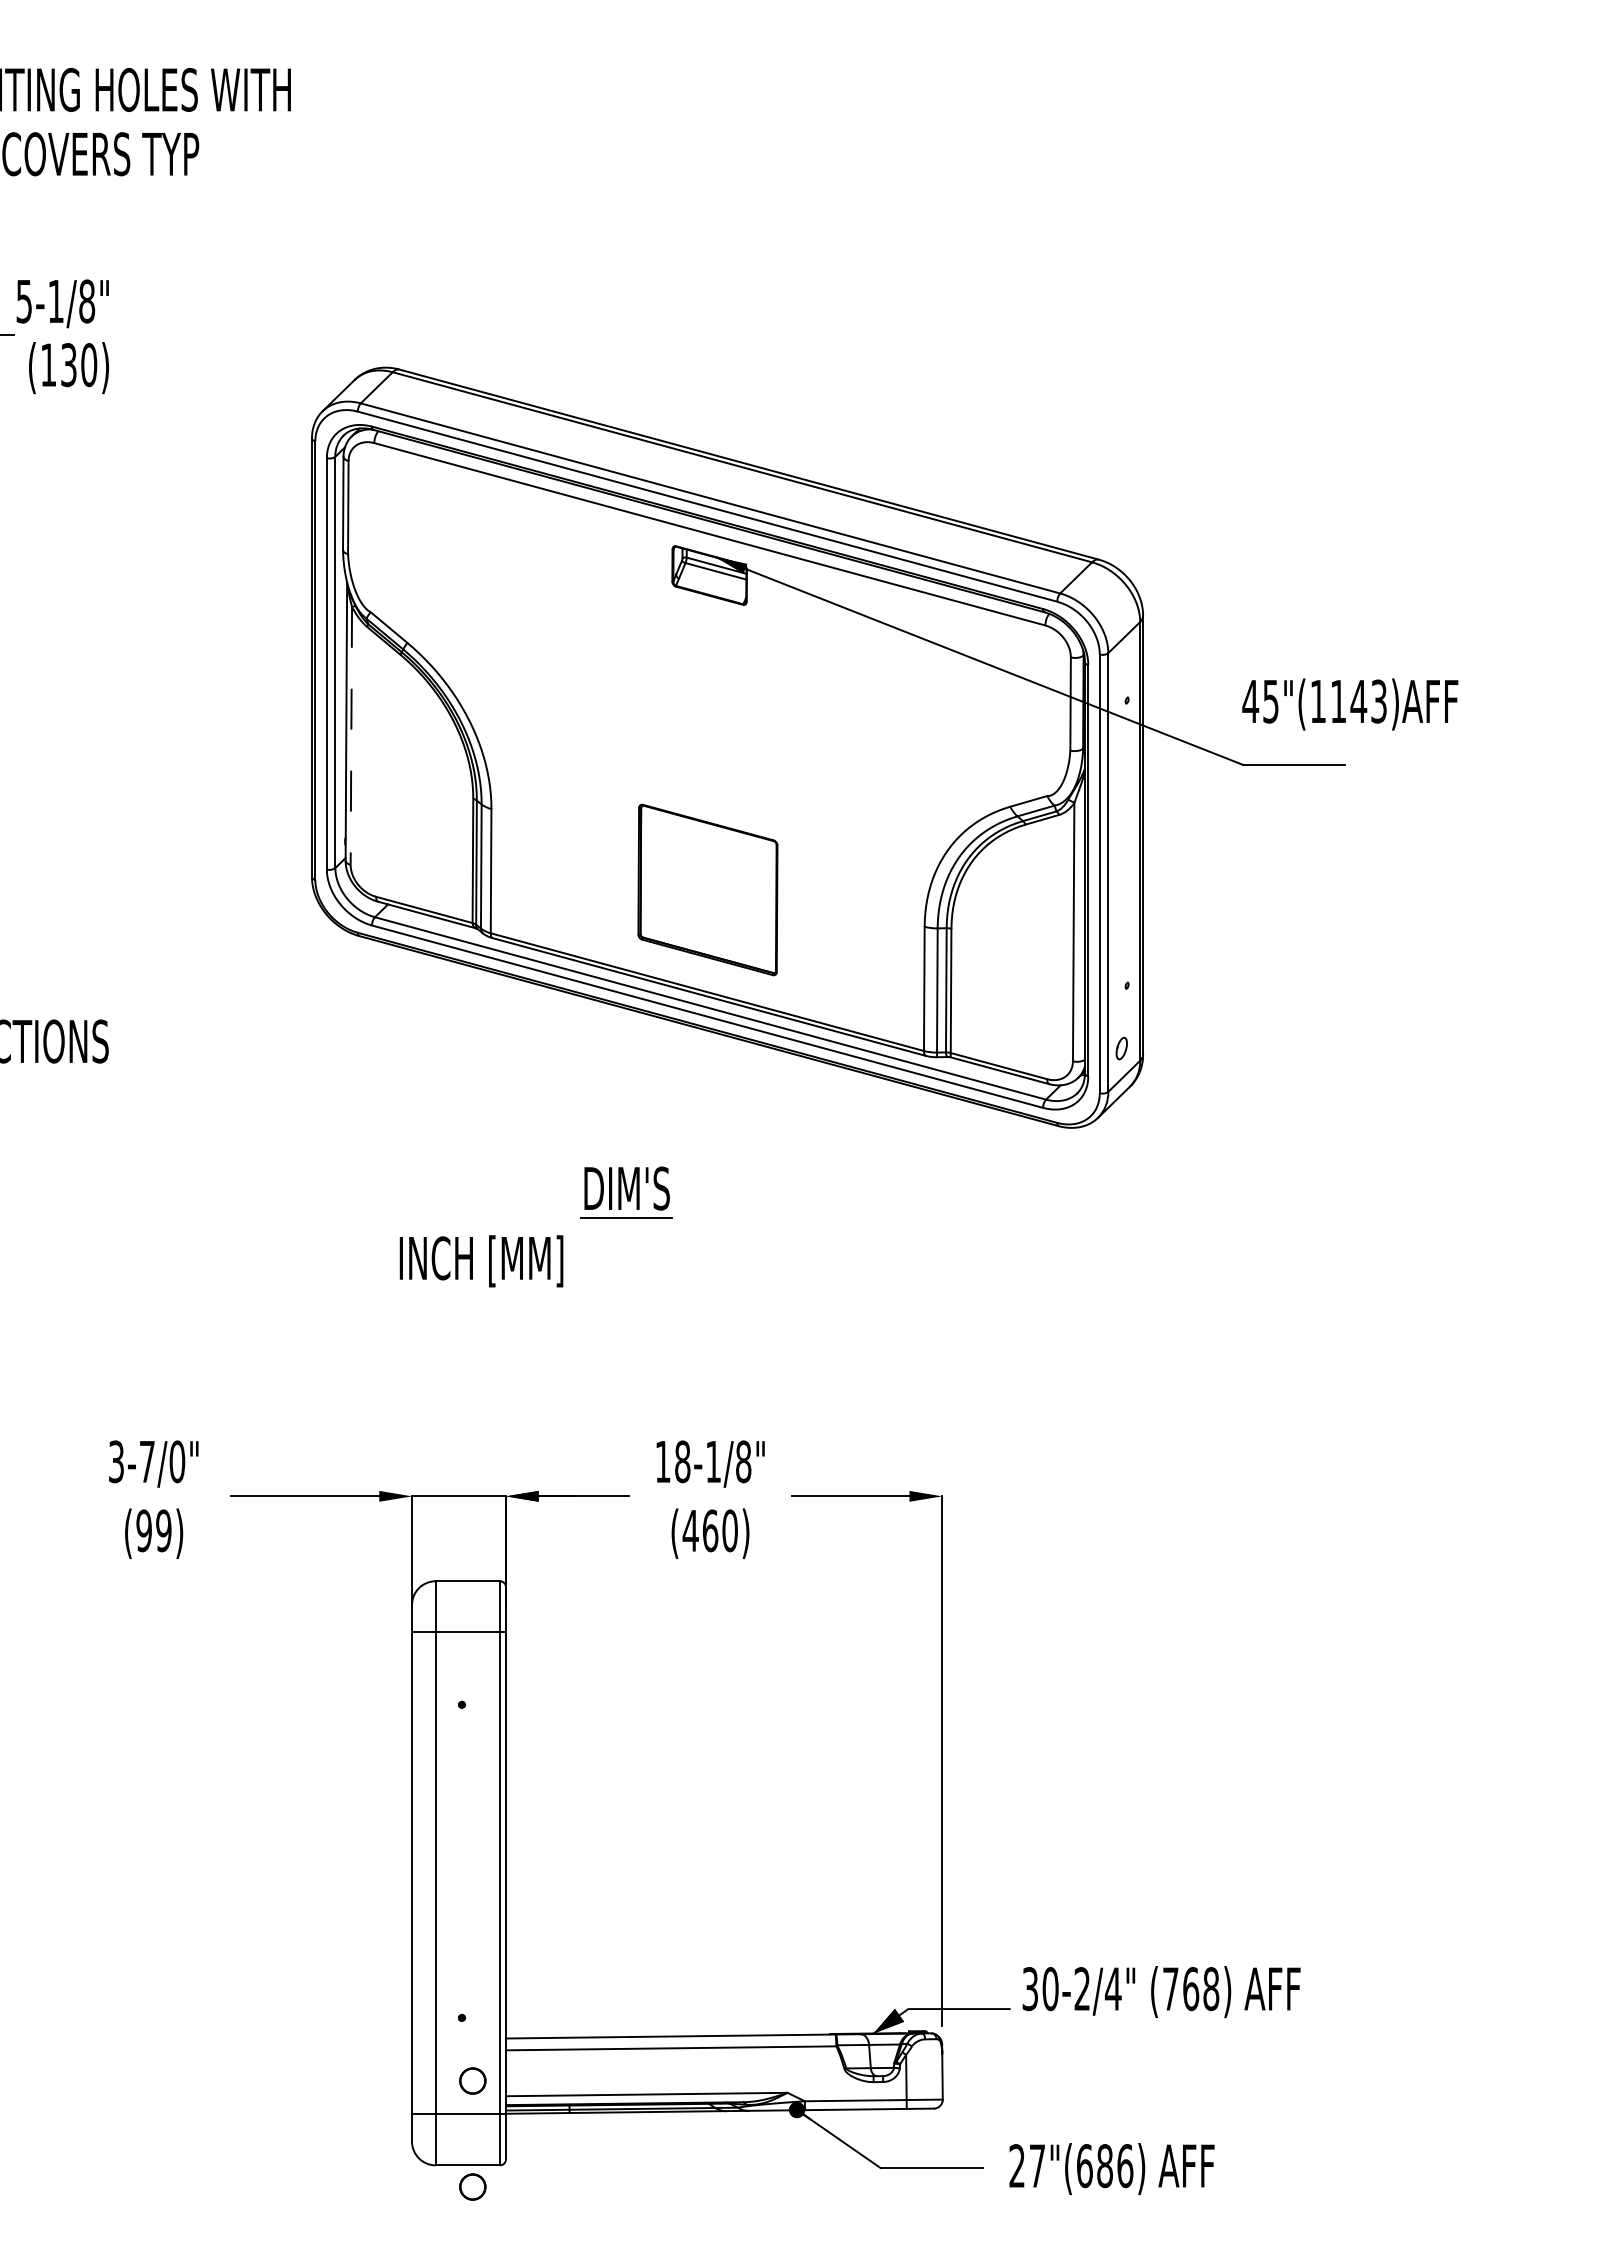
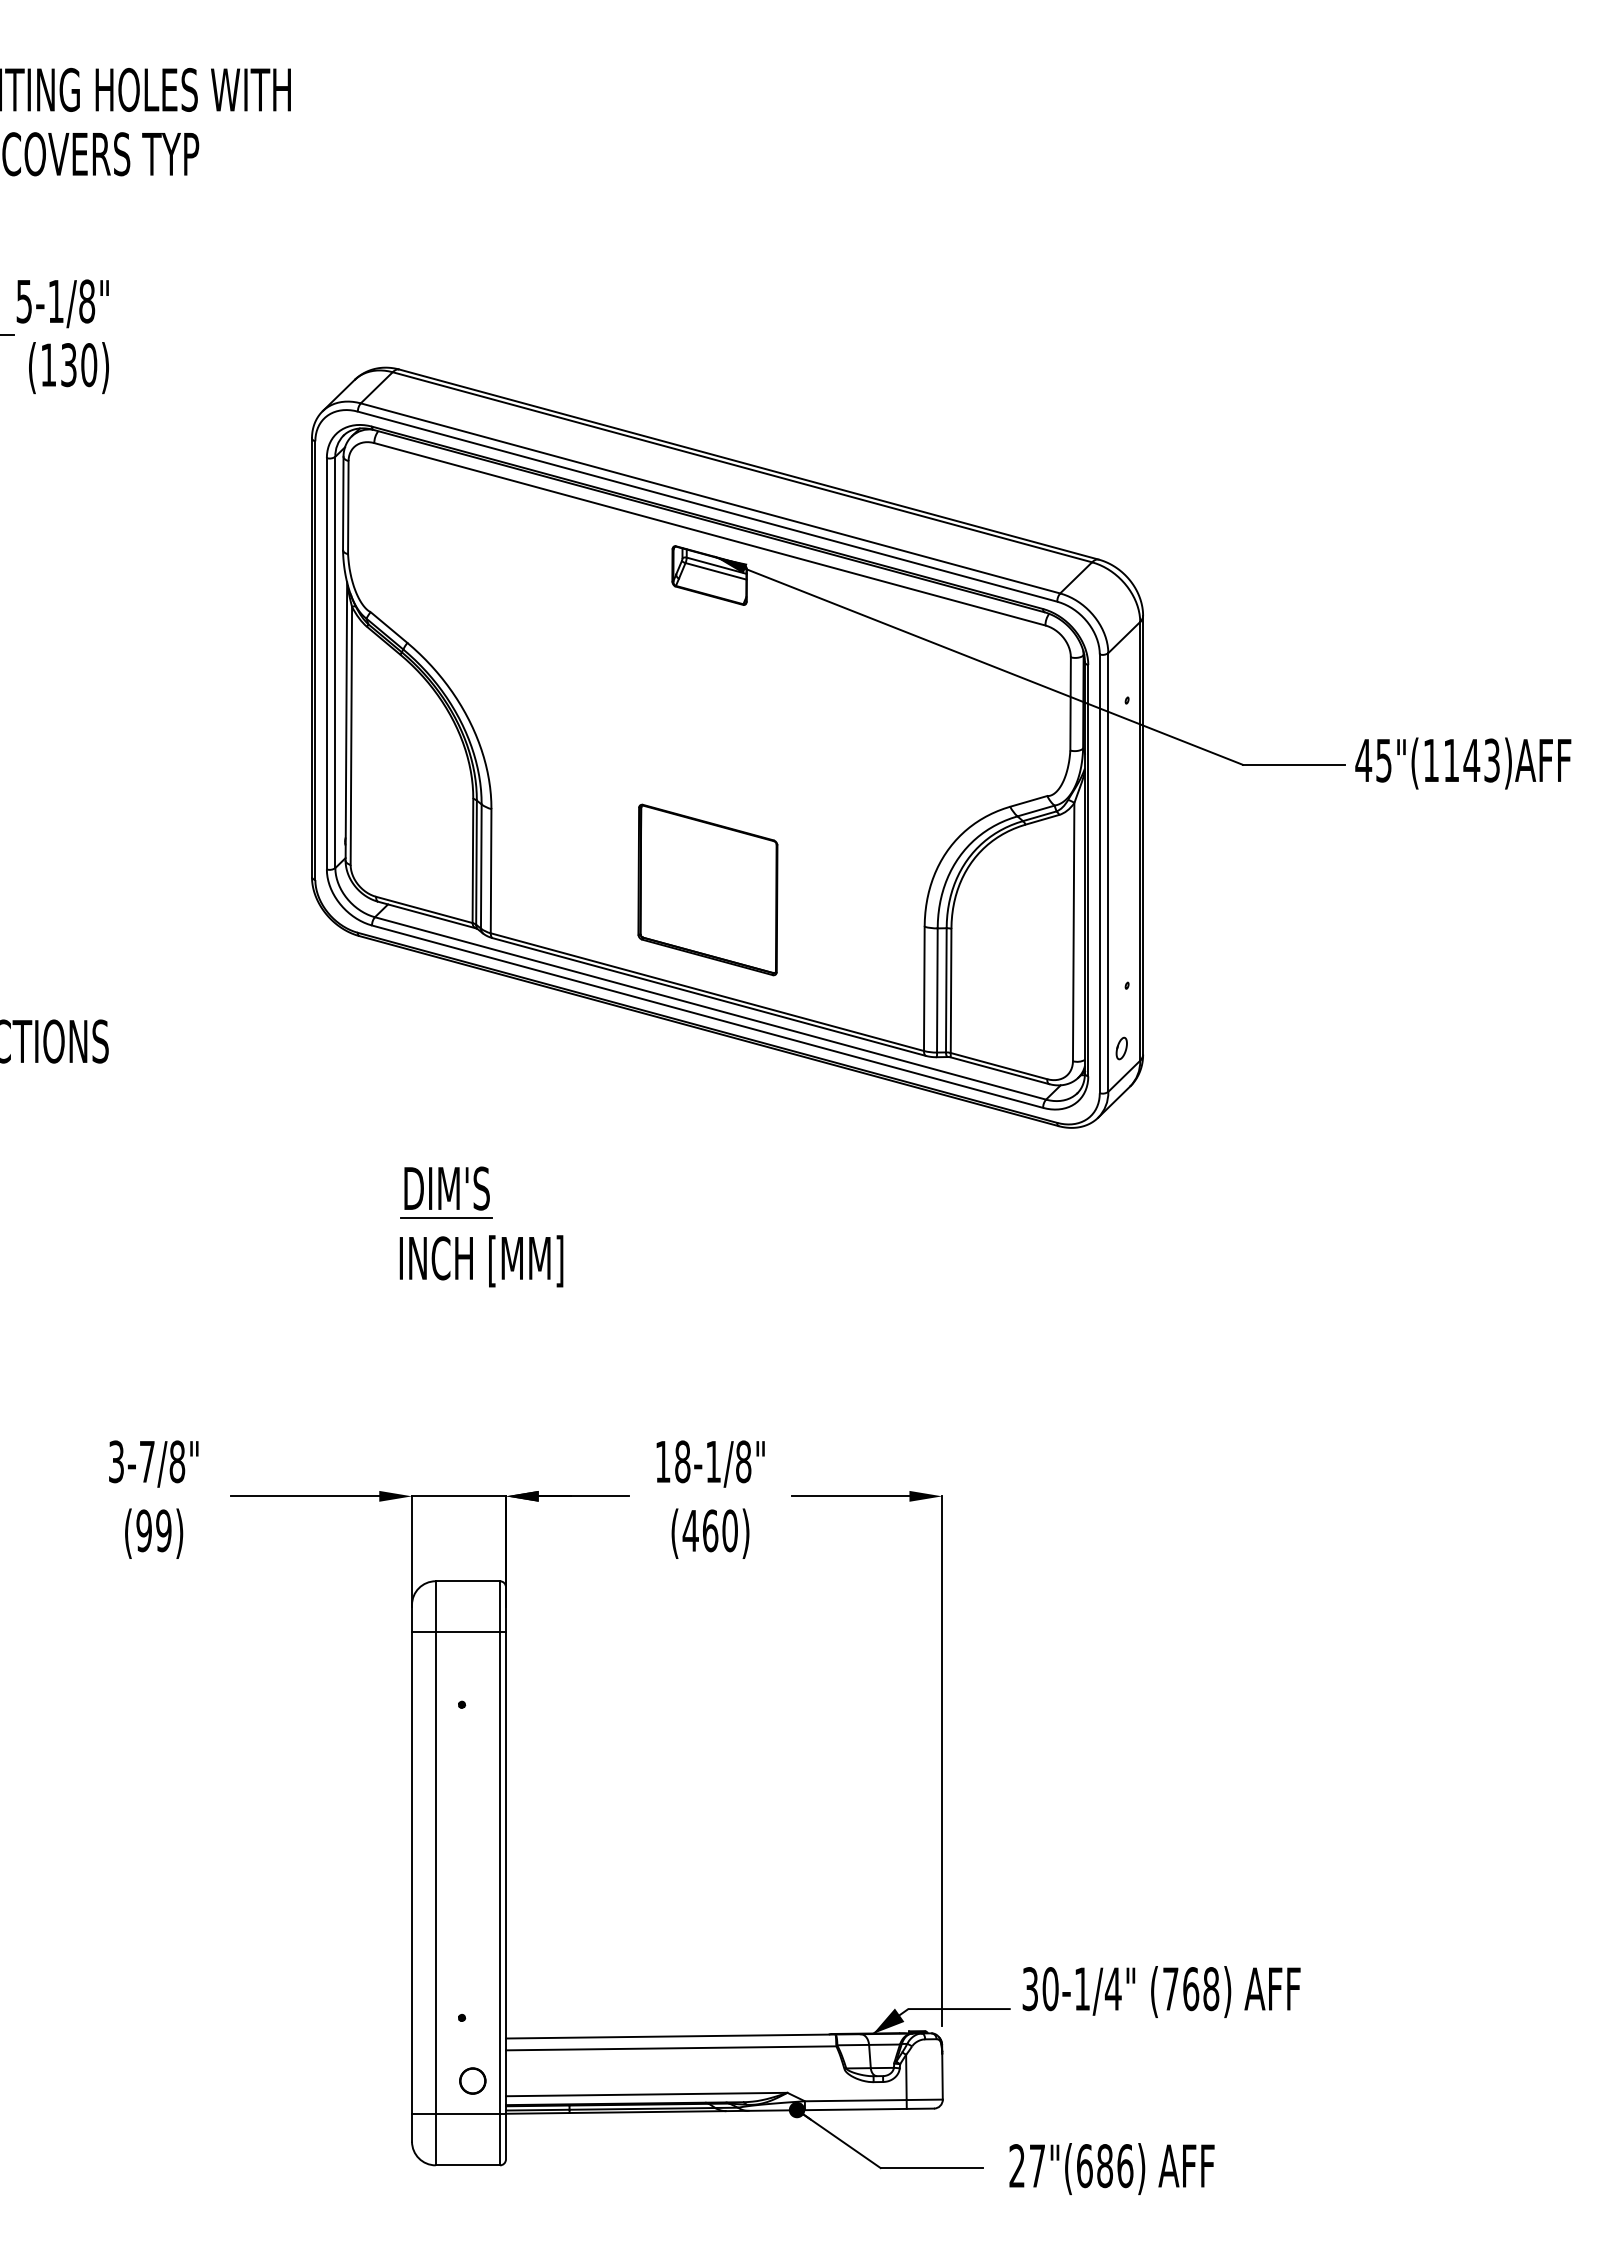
text at (1350, 704) position: (1350, 704) -> (1463, 763)
line at (351, 736): dashed -> solid
part at (626, 1192) position: (626, 1192) -> (446, 1192)
text at (177, 1461): 3-7/0" -> 3-7/8"
text at (1081, 1988): 30-2/4" -> 30-1/4"
circle at (472, 2186): present -> none
